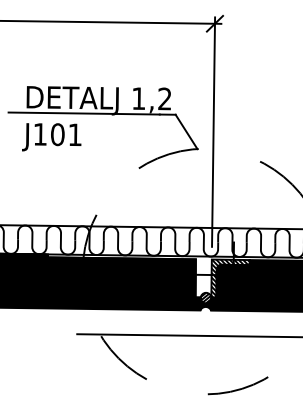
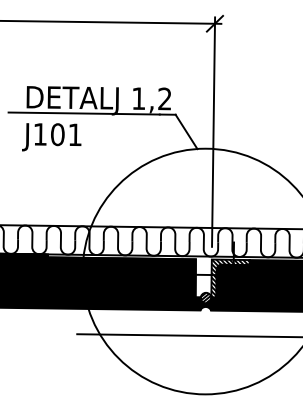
circle at (192, 271): dashed -> solid
